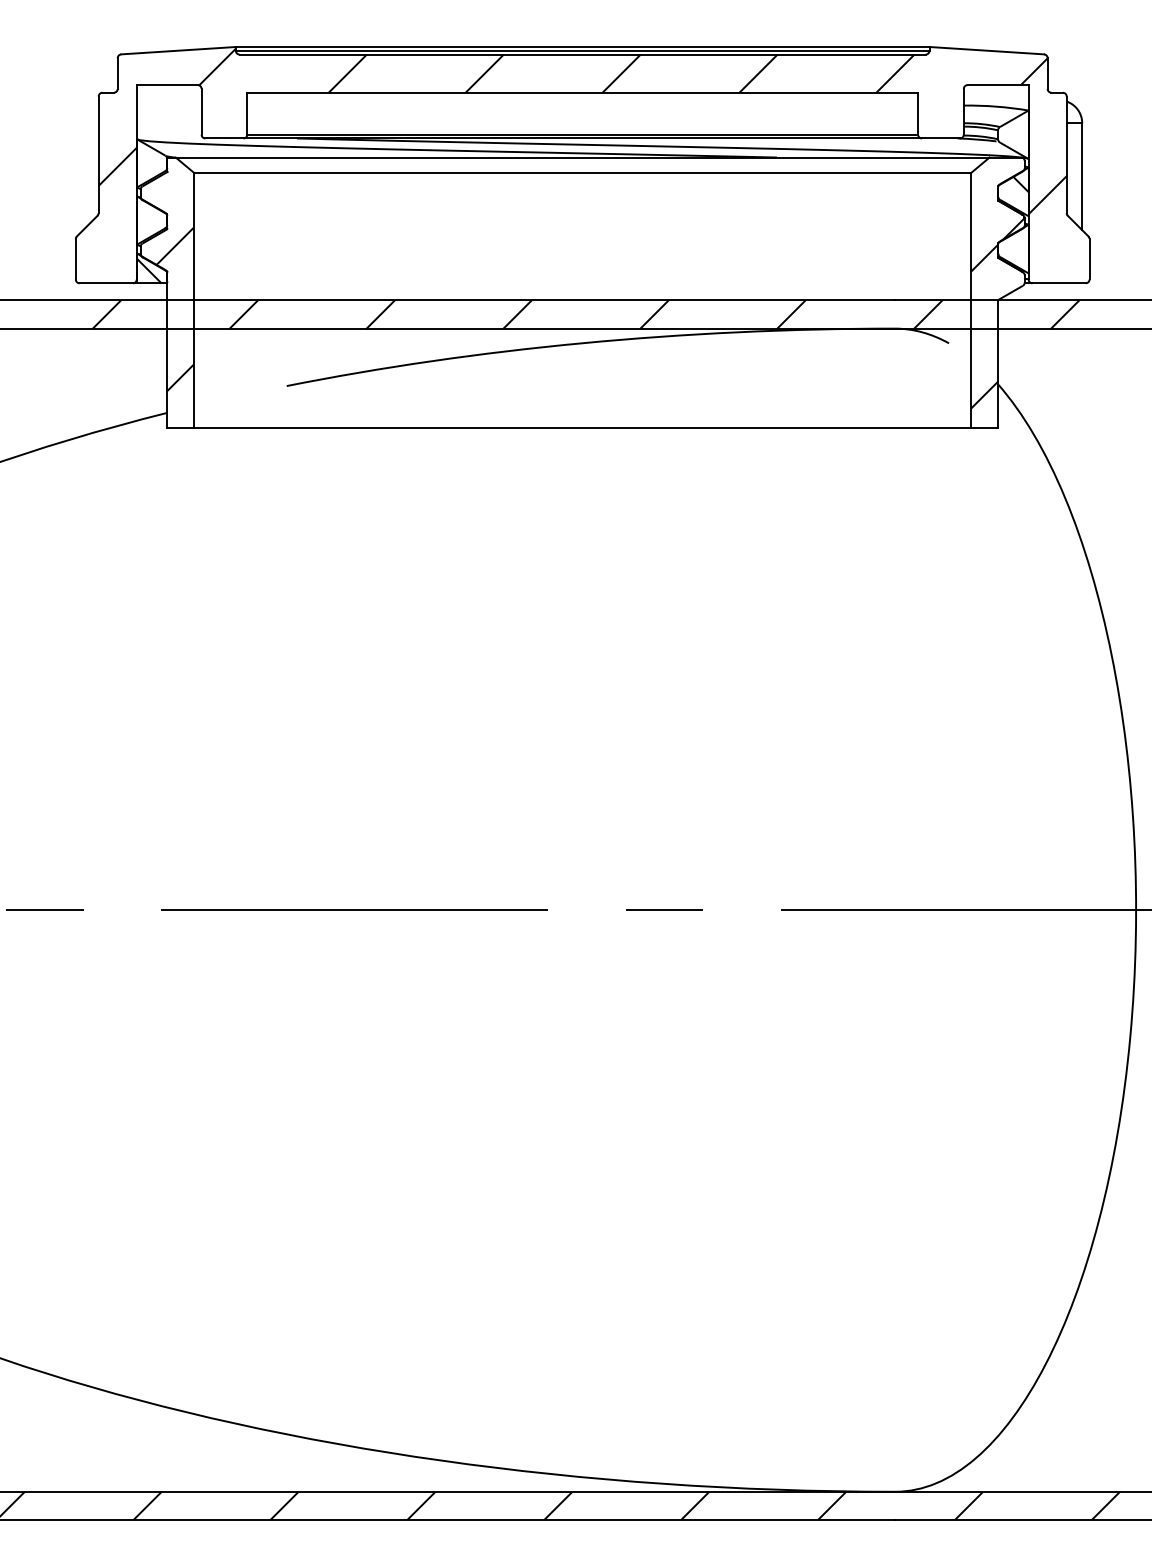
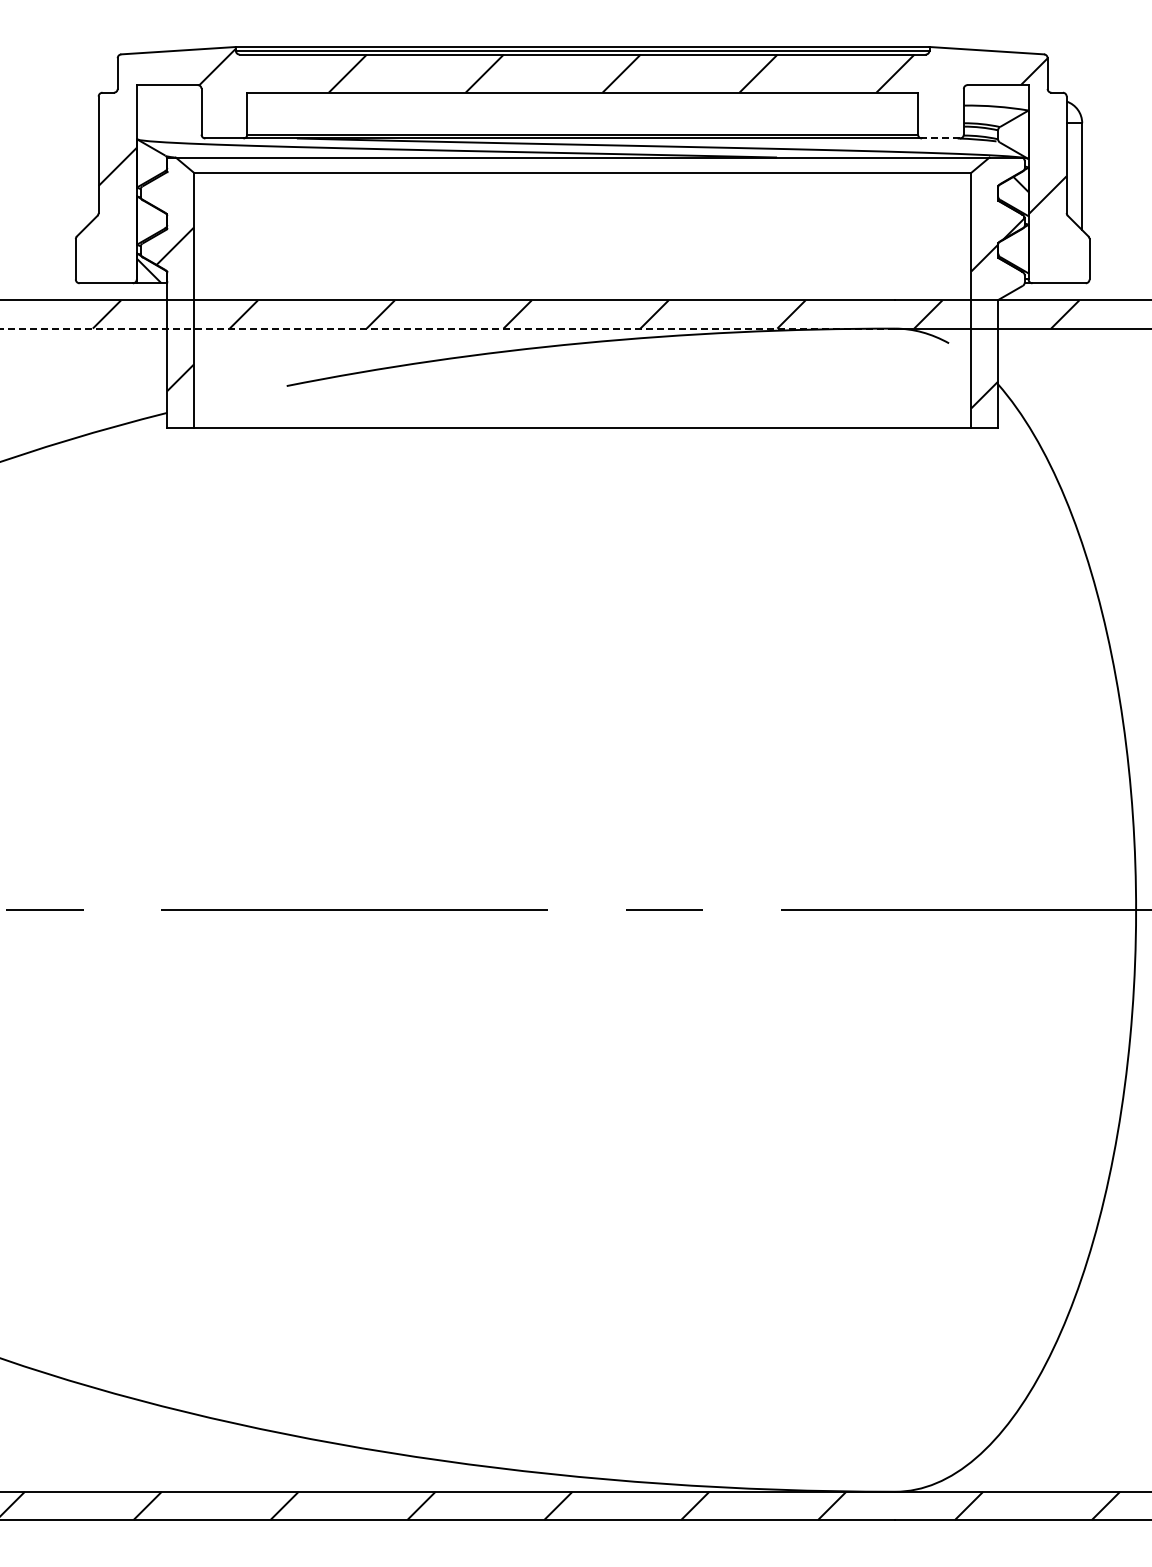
line at (940, 138): solid -> dashed
line at (447, 328): solid -> dashed
